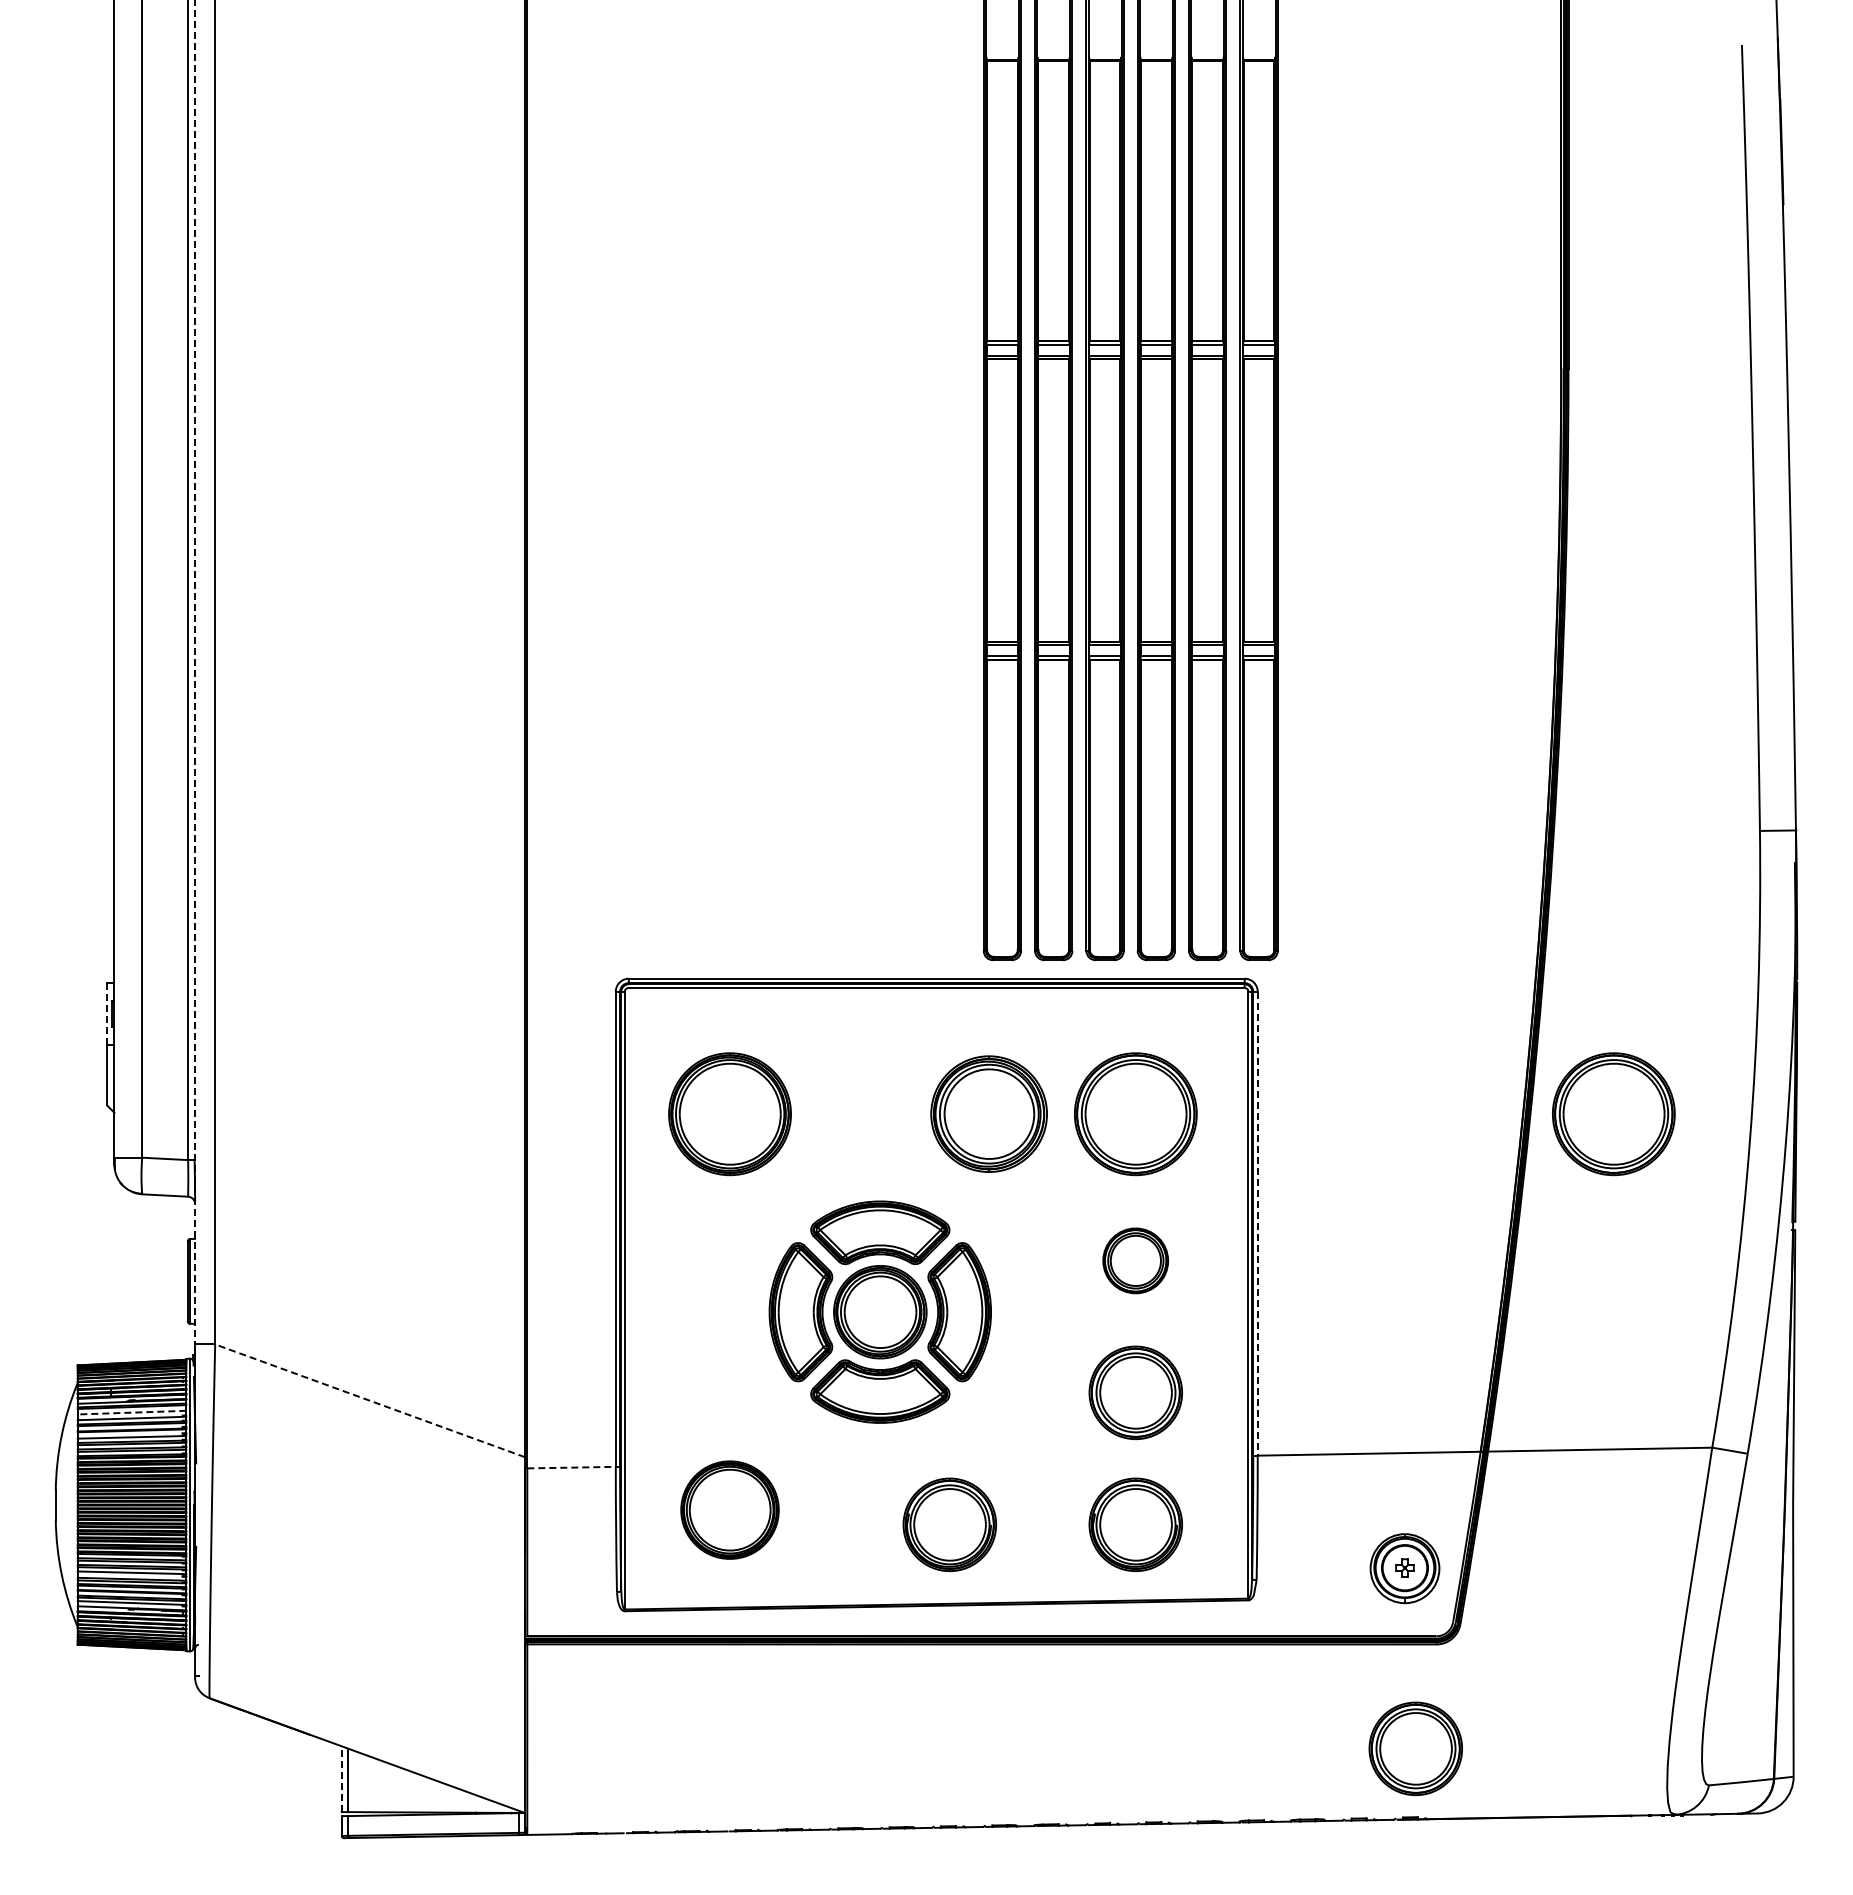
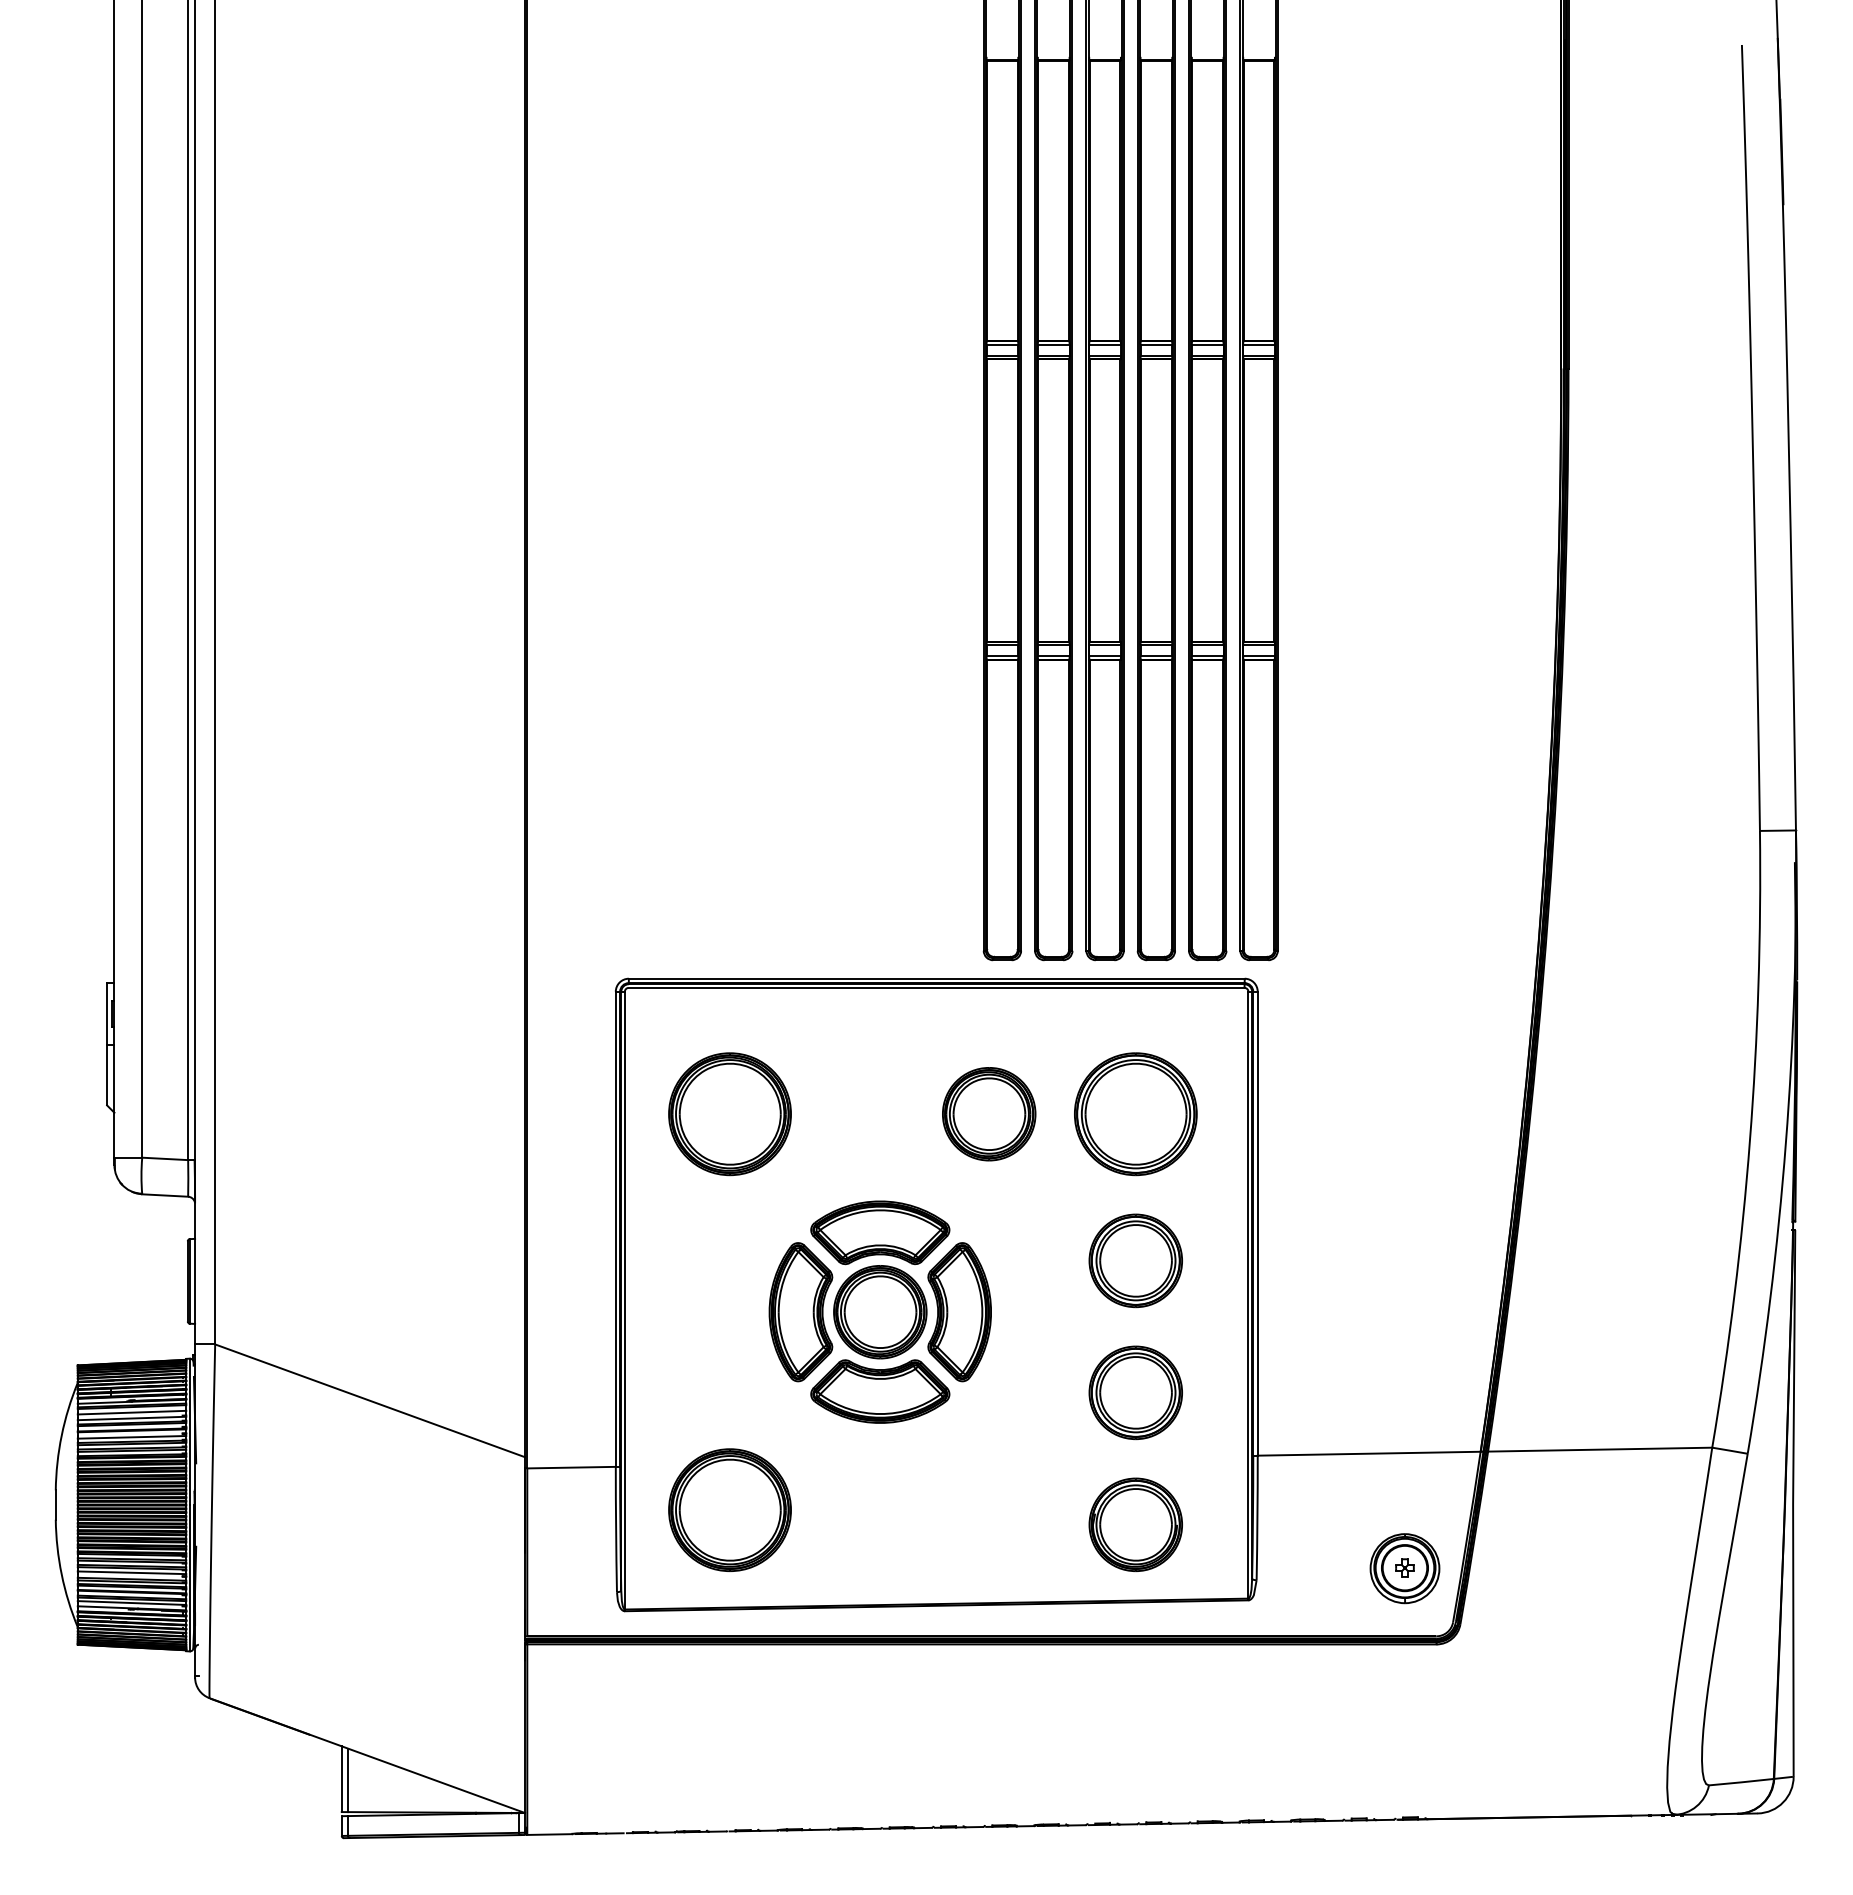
line at (195, 672): dashed -> solid
line at (107, 1014): dashed -> solid
part at (988, 1113) size: 118x118 px -> 95x95 px
part at (1613, 1114): present -> none
line at (1257, 1223): dashed -> solid
part at (1135, 1260) size: 67x68 px -> 95x96 px
line at (370, 1400): dashed -> solid
line at (131, 1412): dashed -> solid
line at (572, 1467): dashed -> solid
part at (729, 1509) size: 100x100 px -> 124x124 px
part at (949, 1524): present -> none
part at (1415, 1748): present -> none
line at (341, 1779): dashed -> solid
